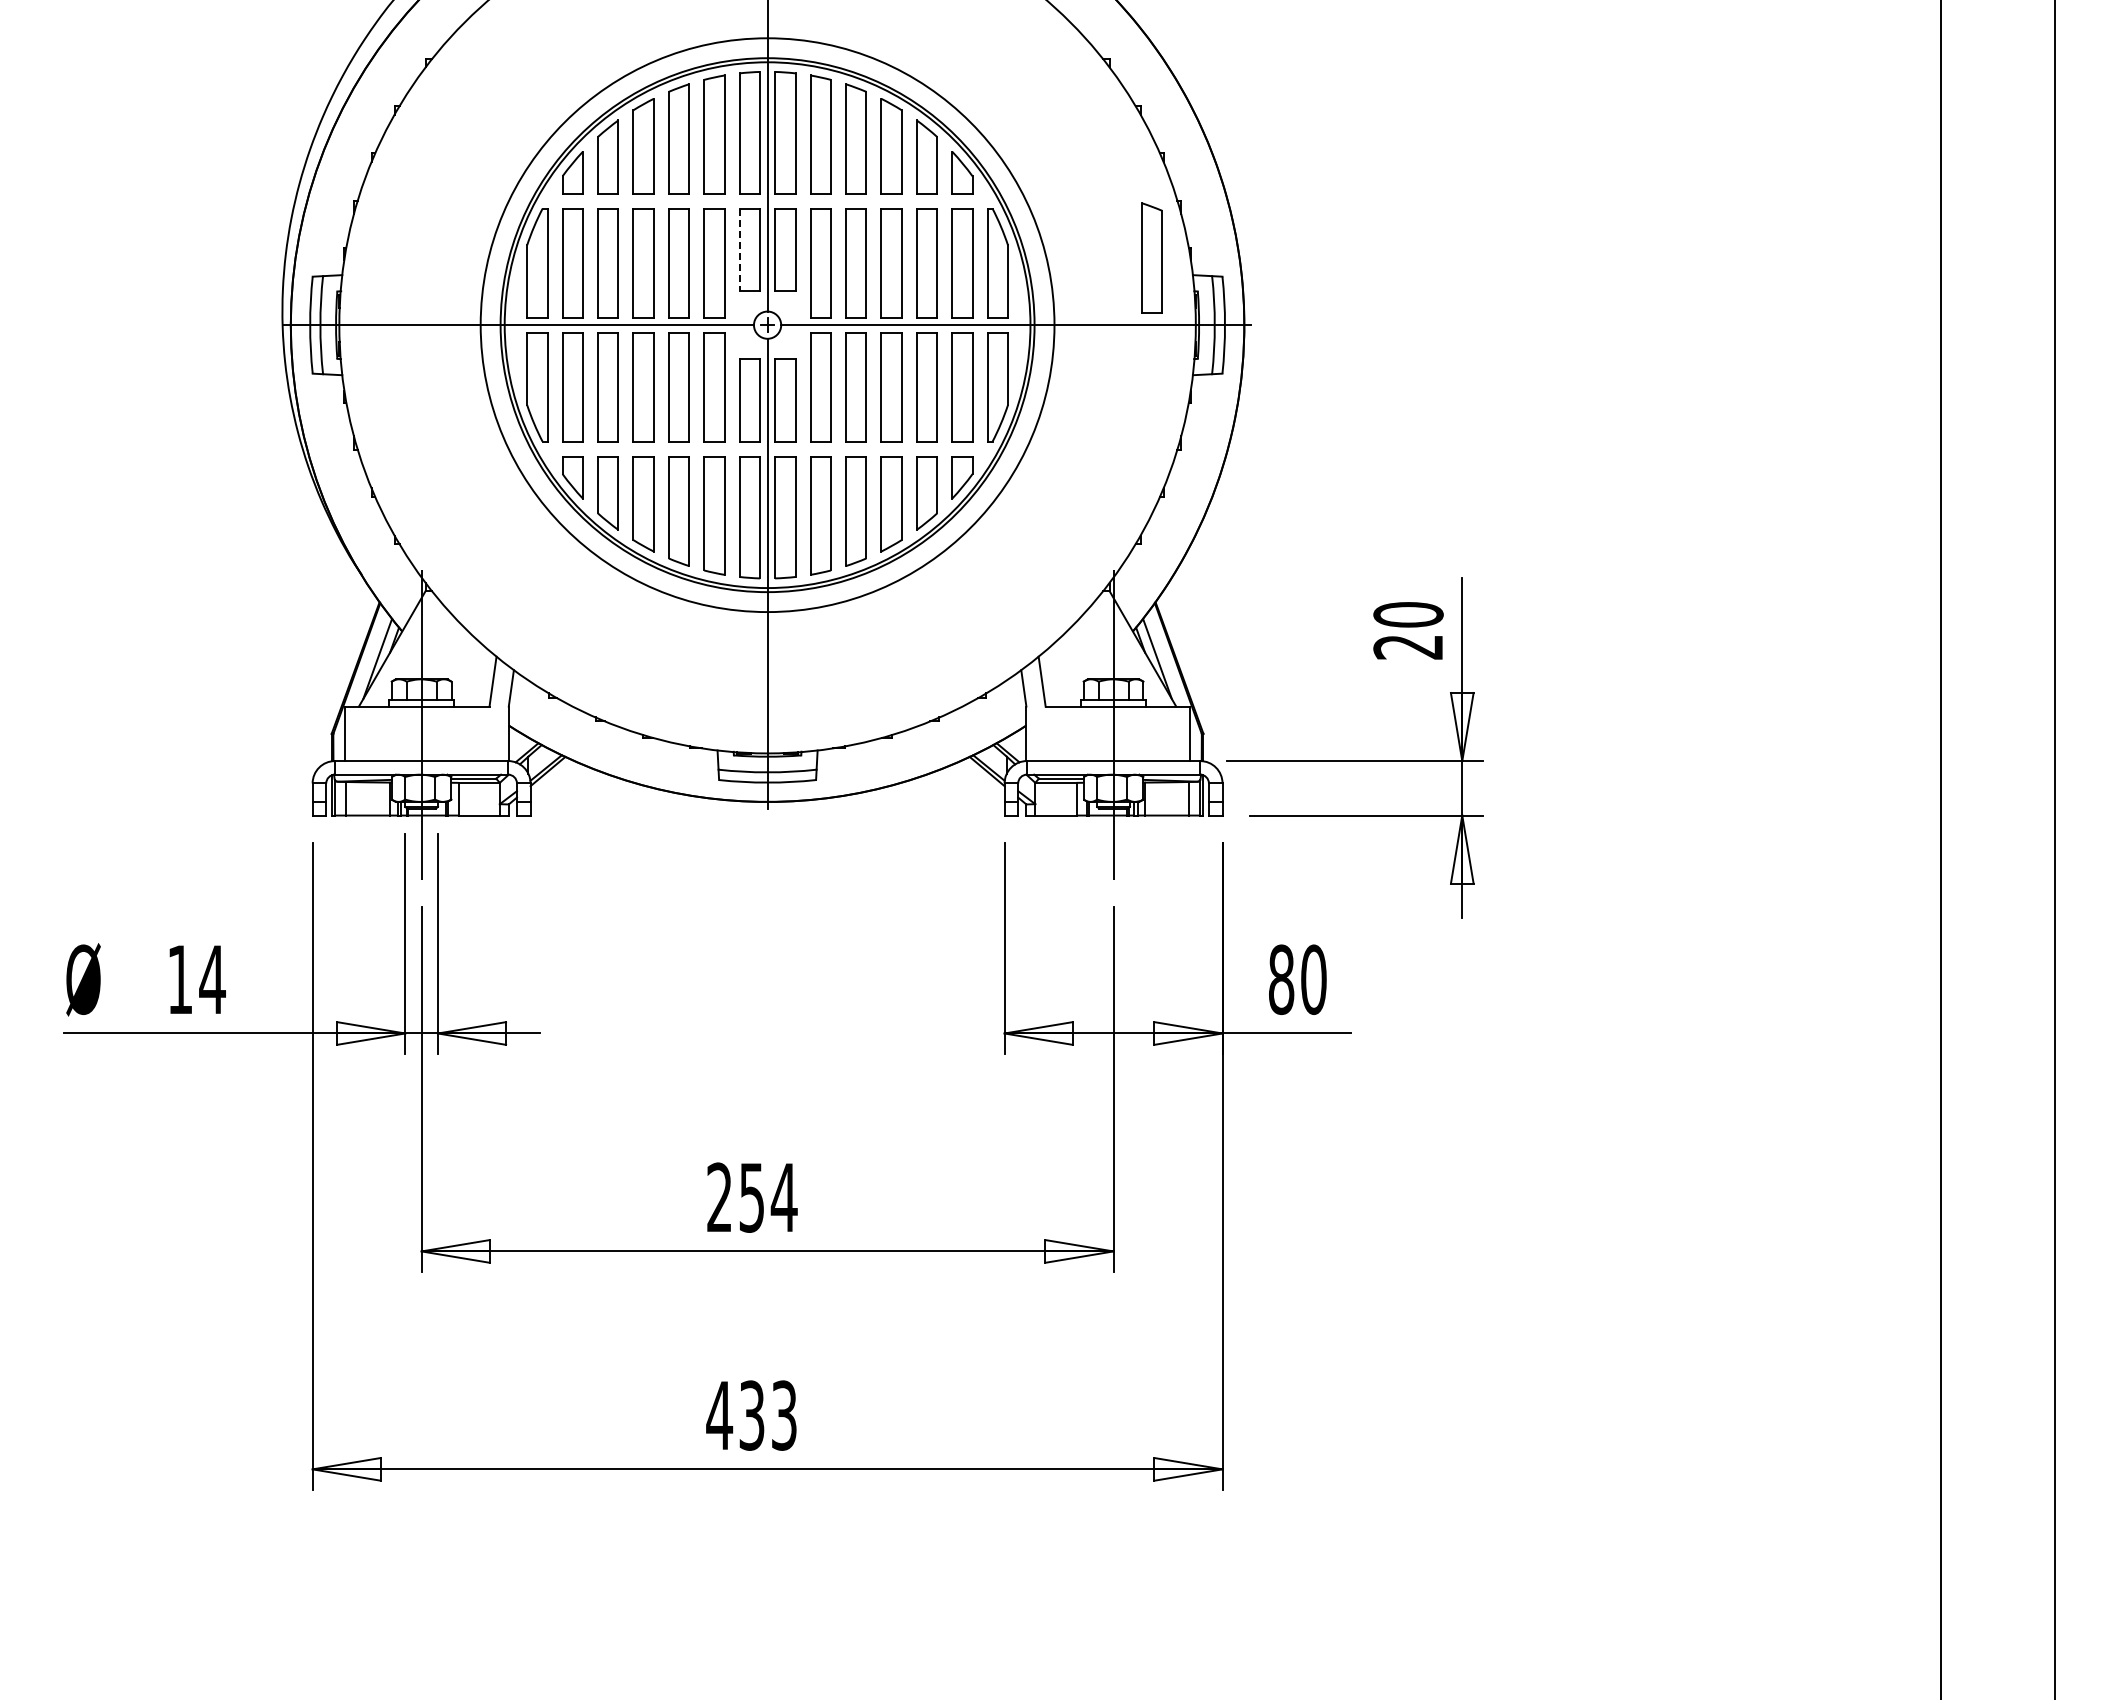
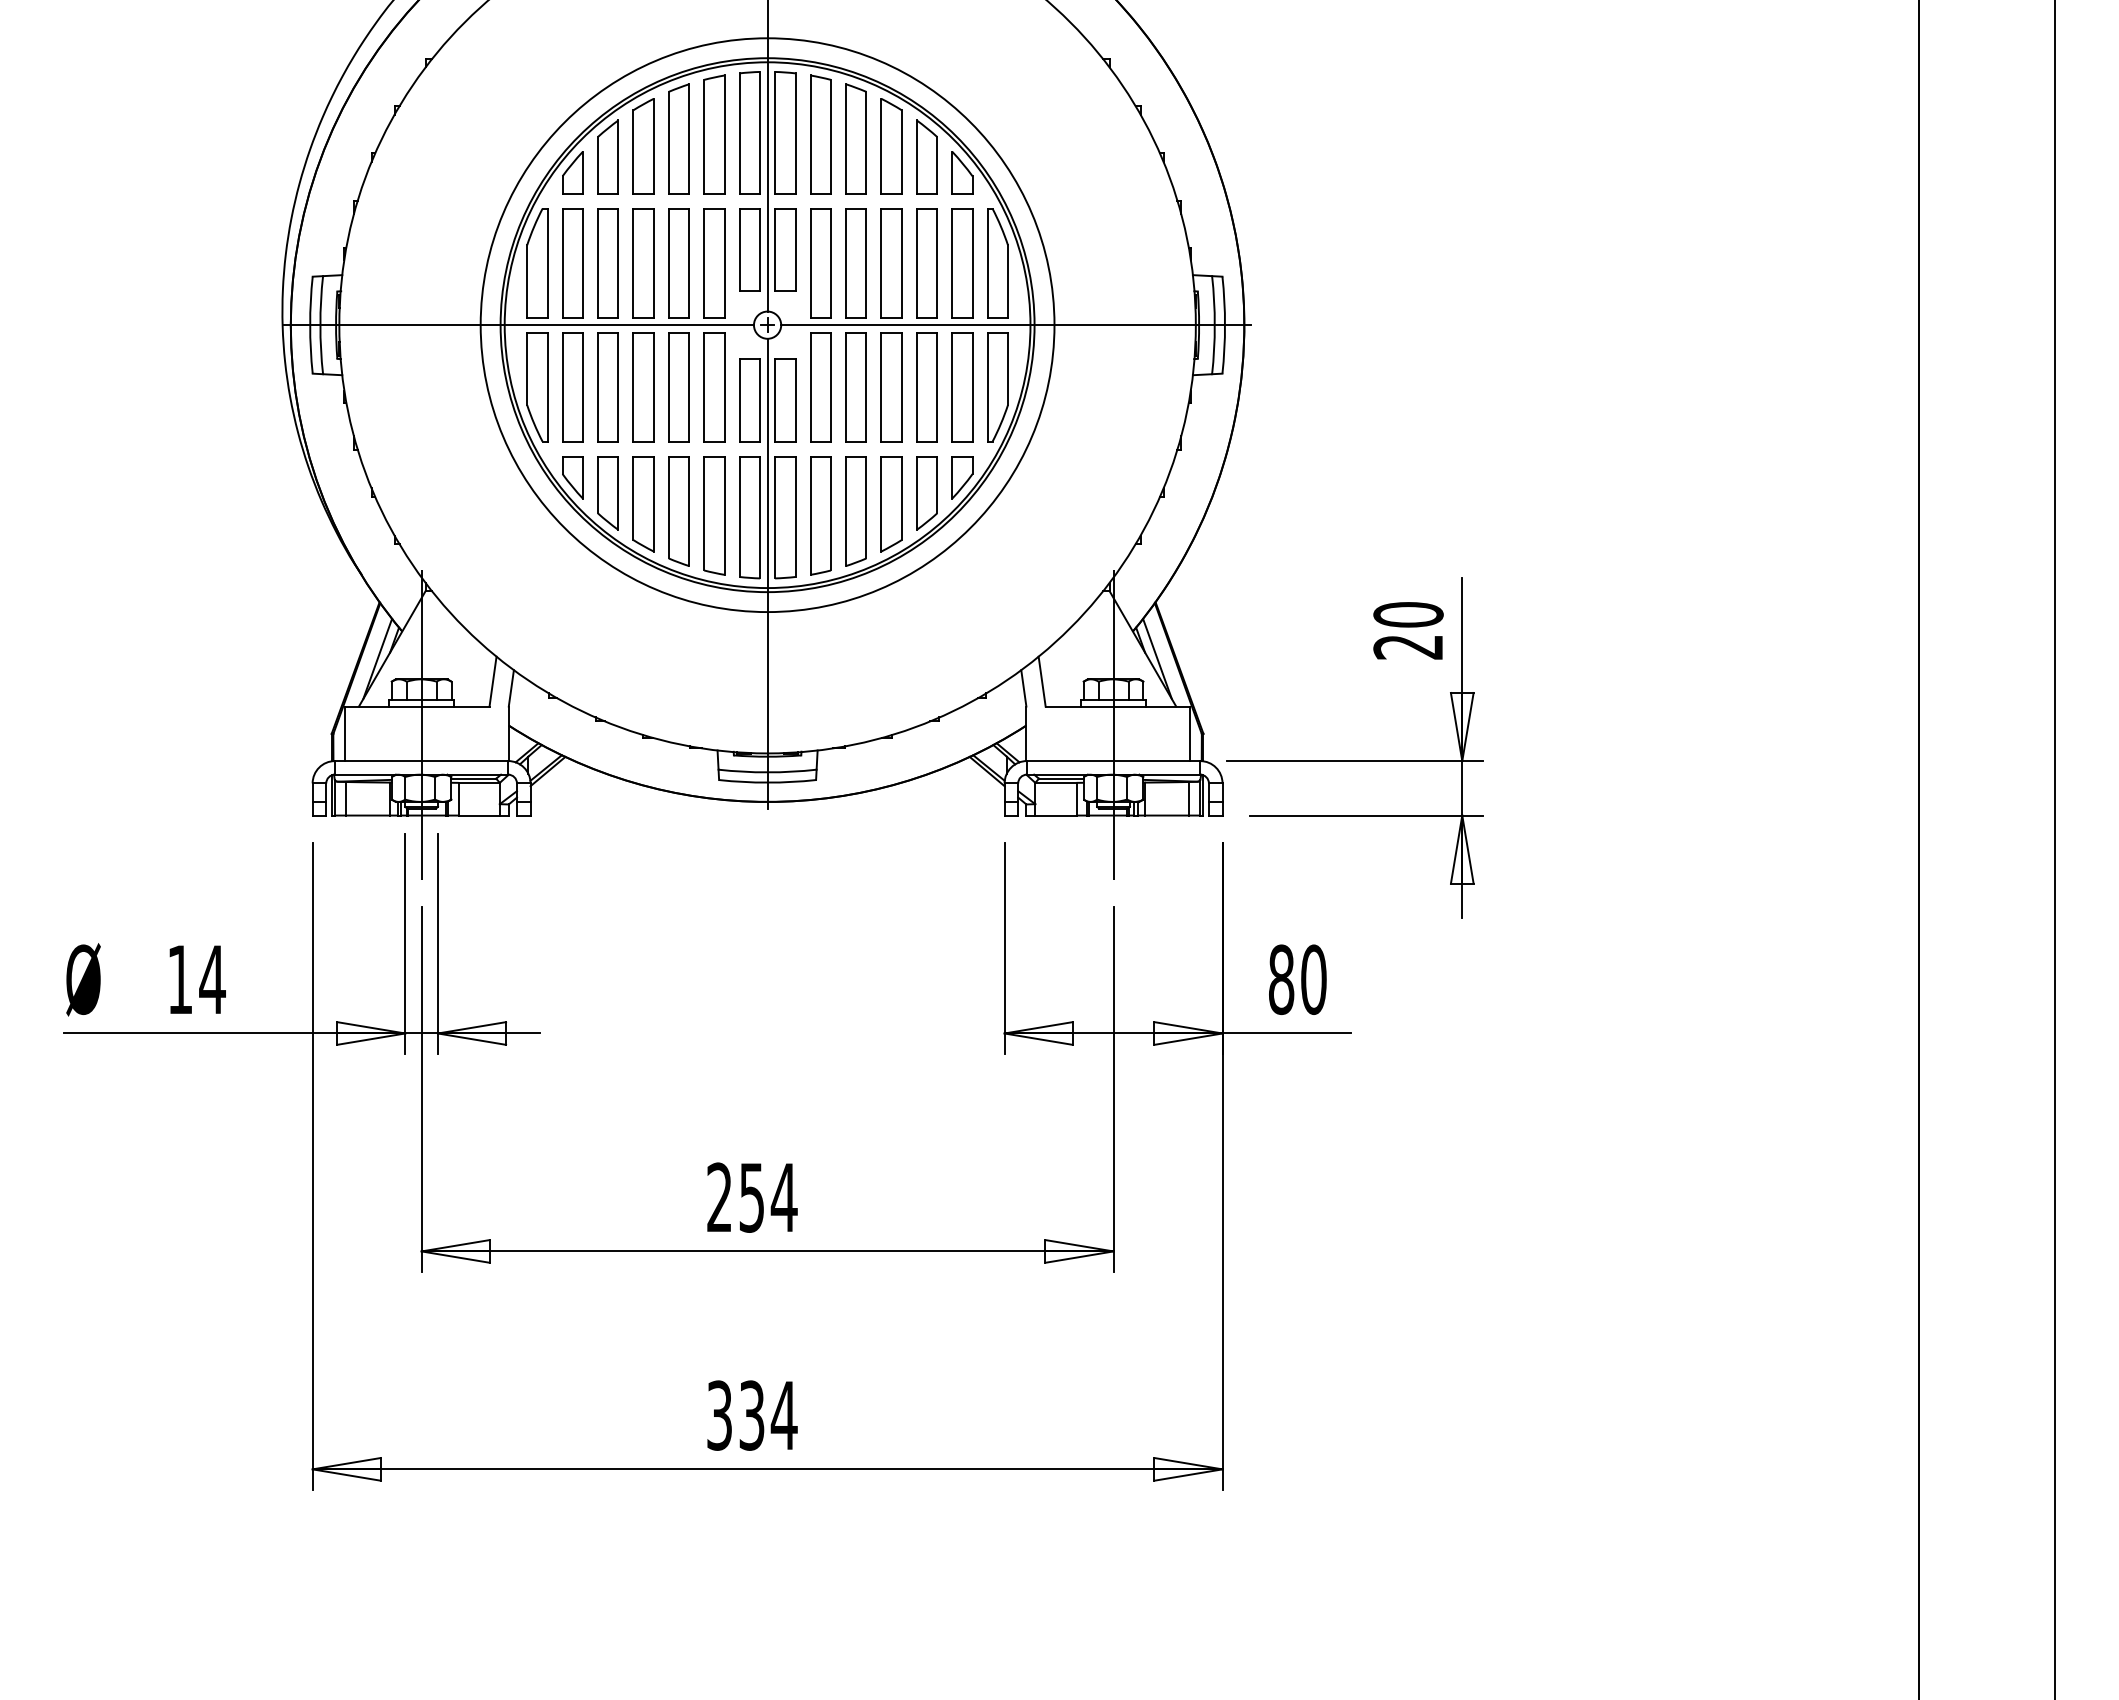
line at (739, 250): dashed -> solid
part at (1151, 257): present -> none
line at (1941, 849) position: (1941, 849) -> (1919, 849)
text at (751, 1415): 433 -> 334
